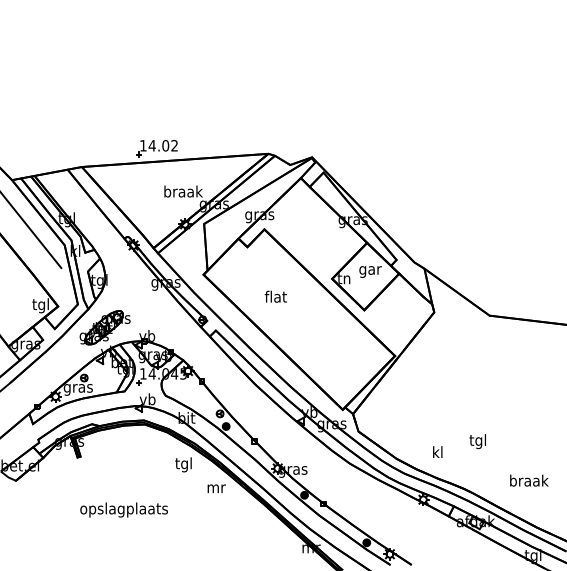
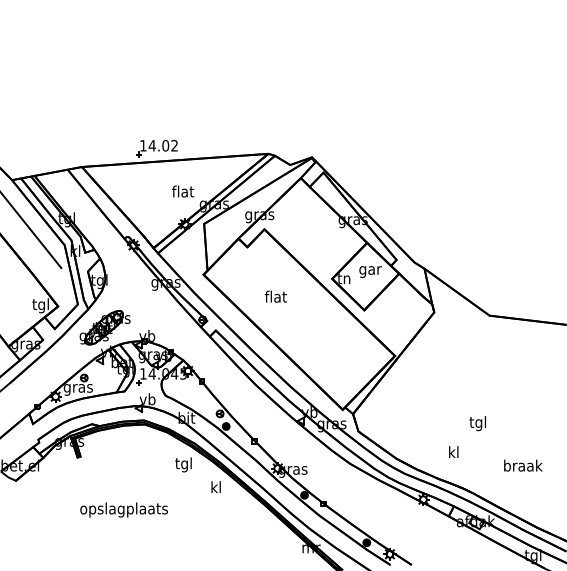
text at (183, 191): braak -> flat
text at (477, 441) position: (477, 441) -> (477, 423)
text at (437, 451) position: (437, 451) -> (453, 451)
text at (529, 480) position: (529, 480) -> (523, 465)
text at (216, 487): mr -> kl
